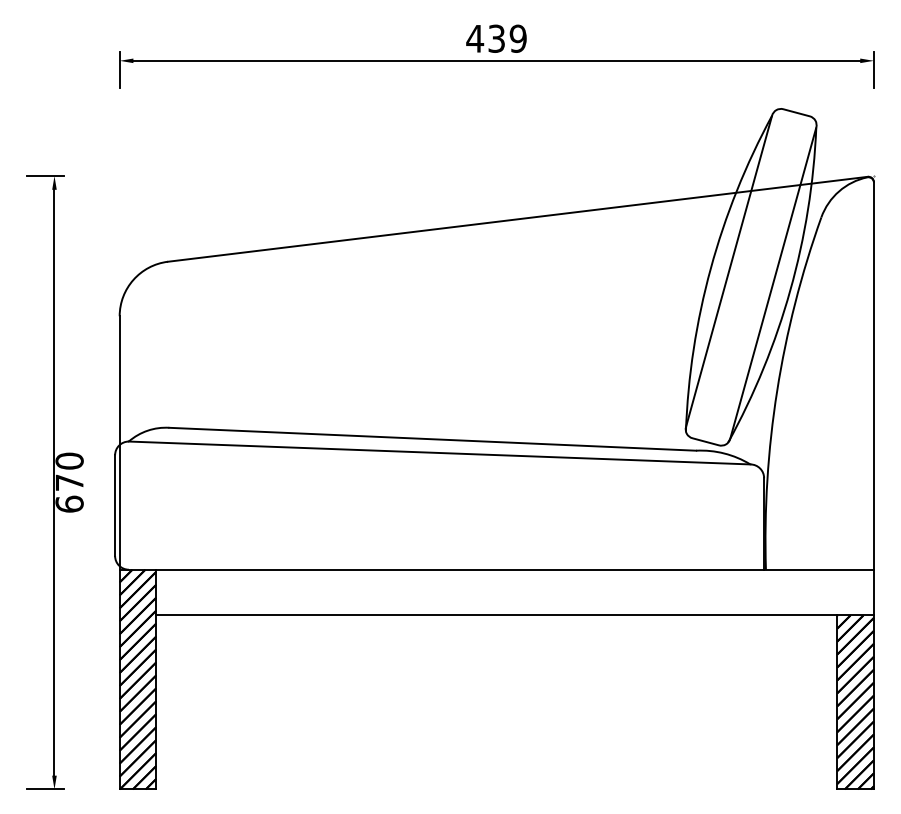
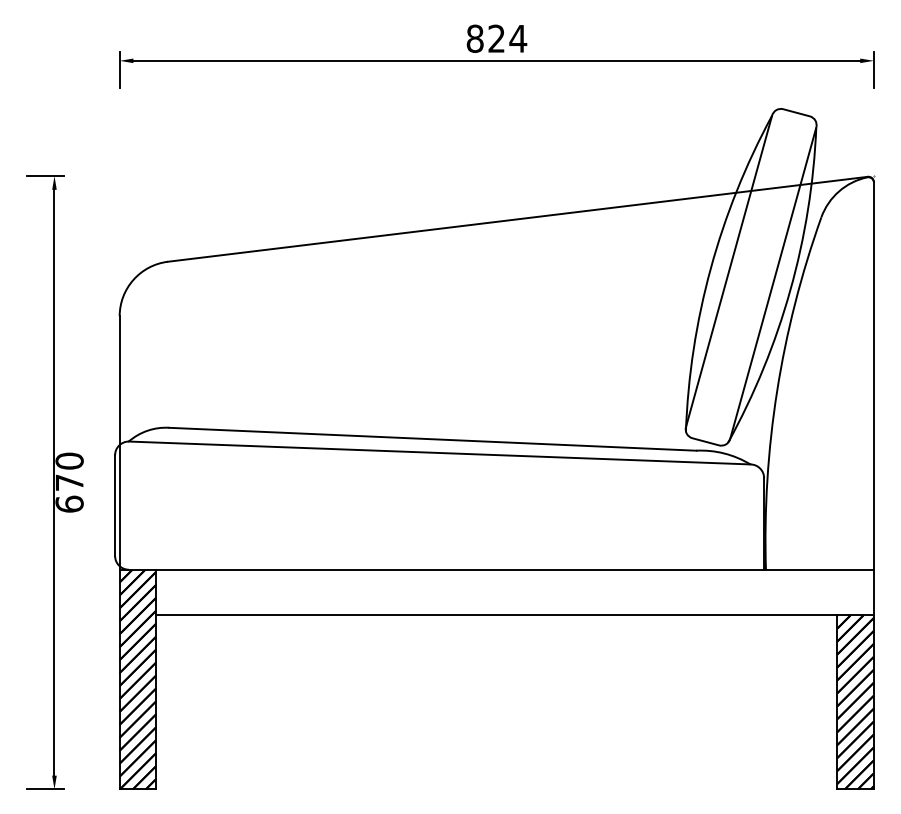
text at (496, 38): 439 -> 824
